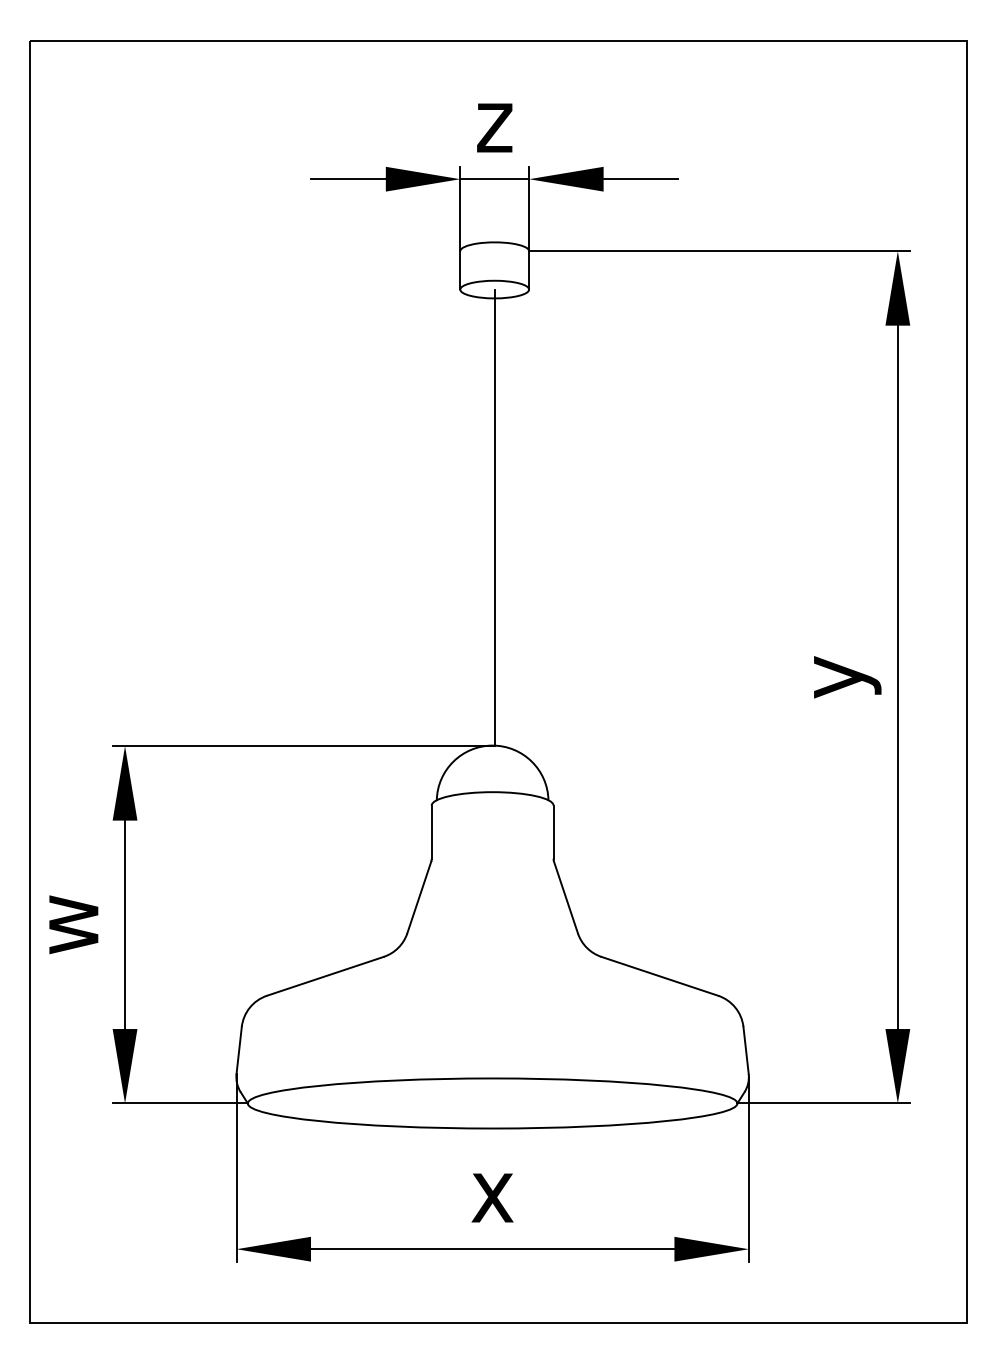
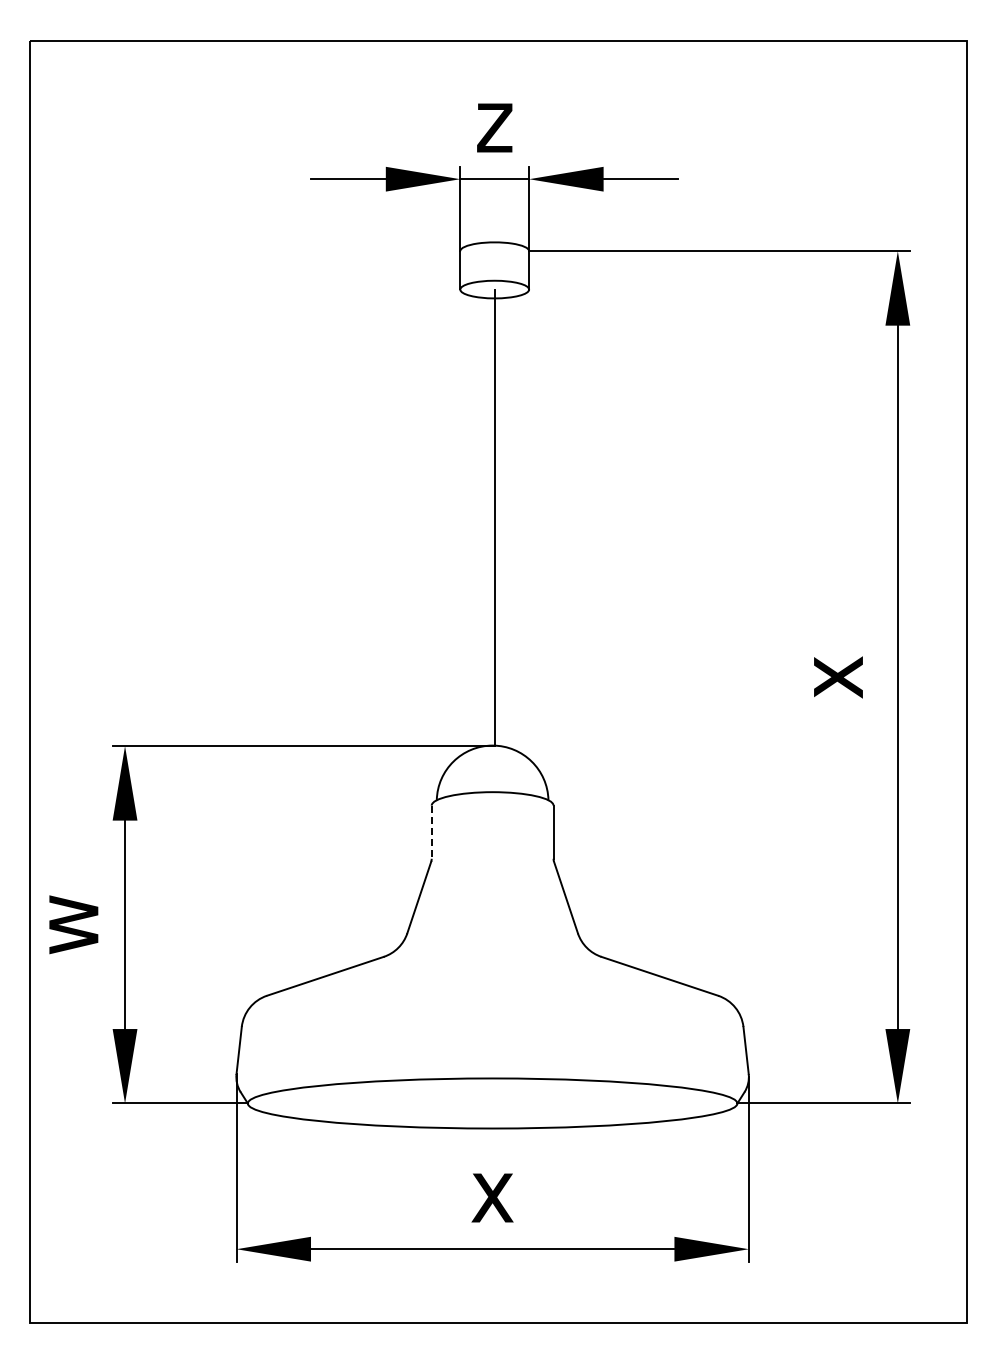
text at (847, 677): y -> x
line at (431, 832): solid -> dashed
